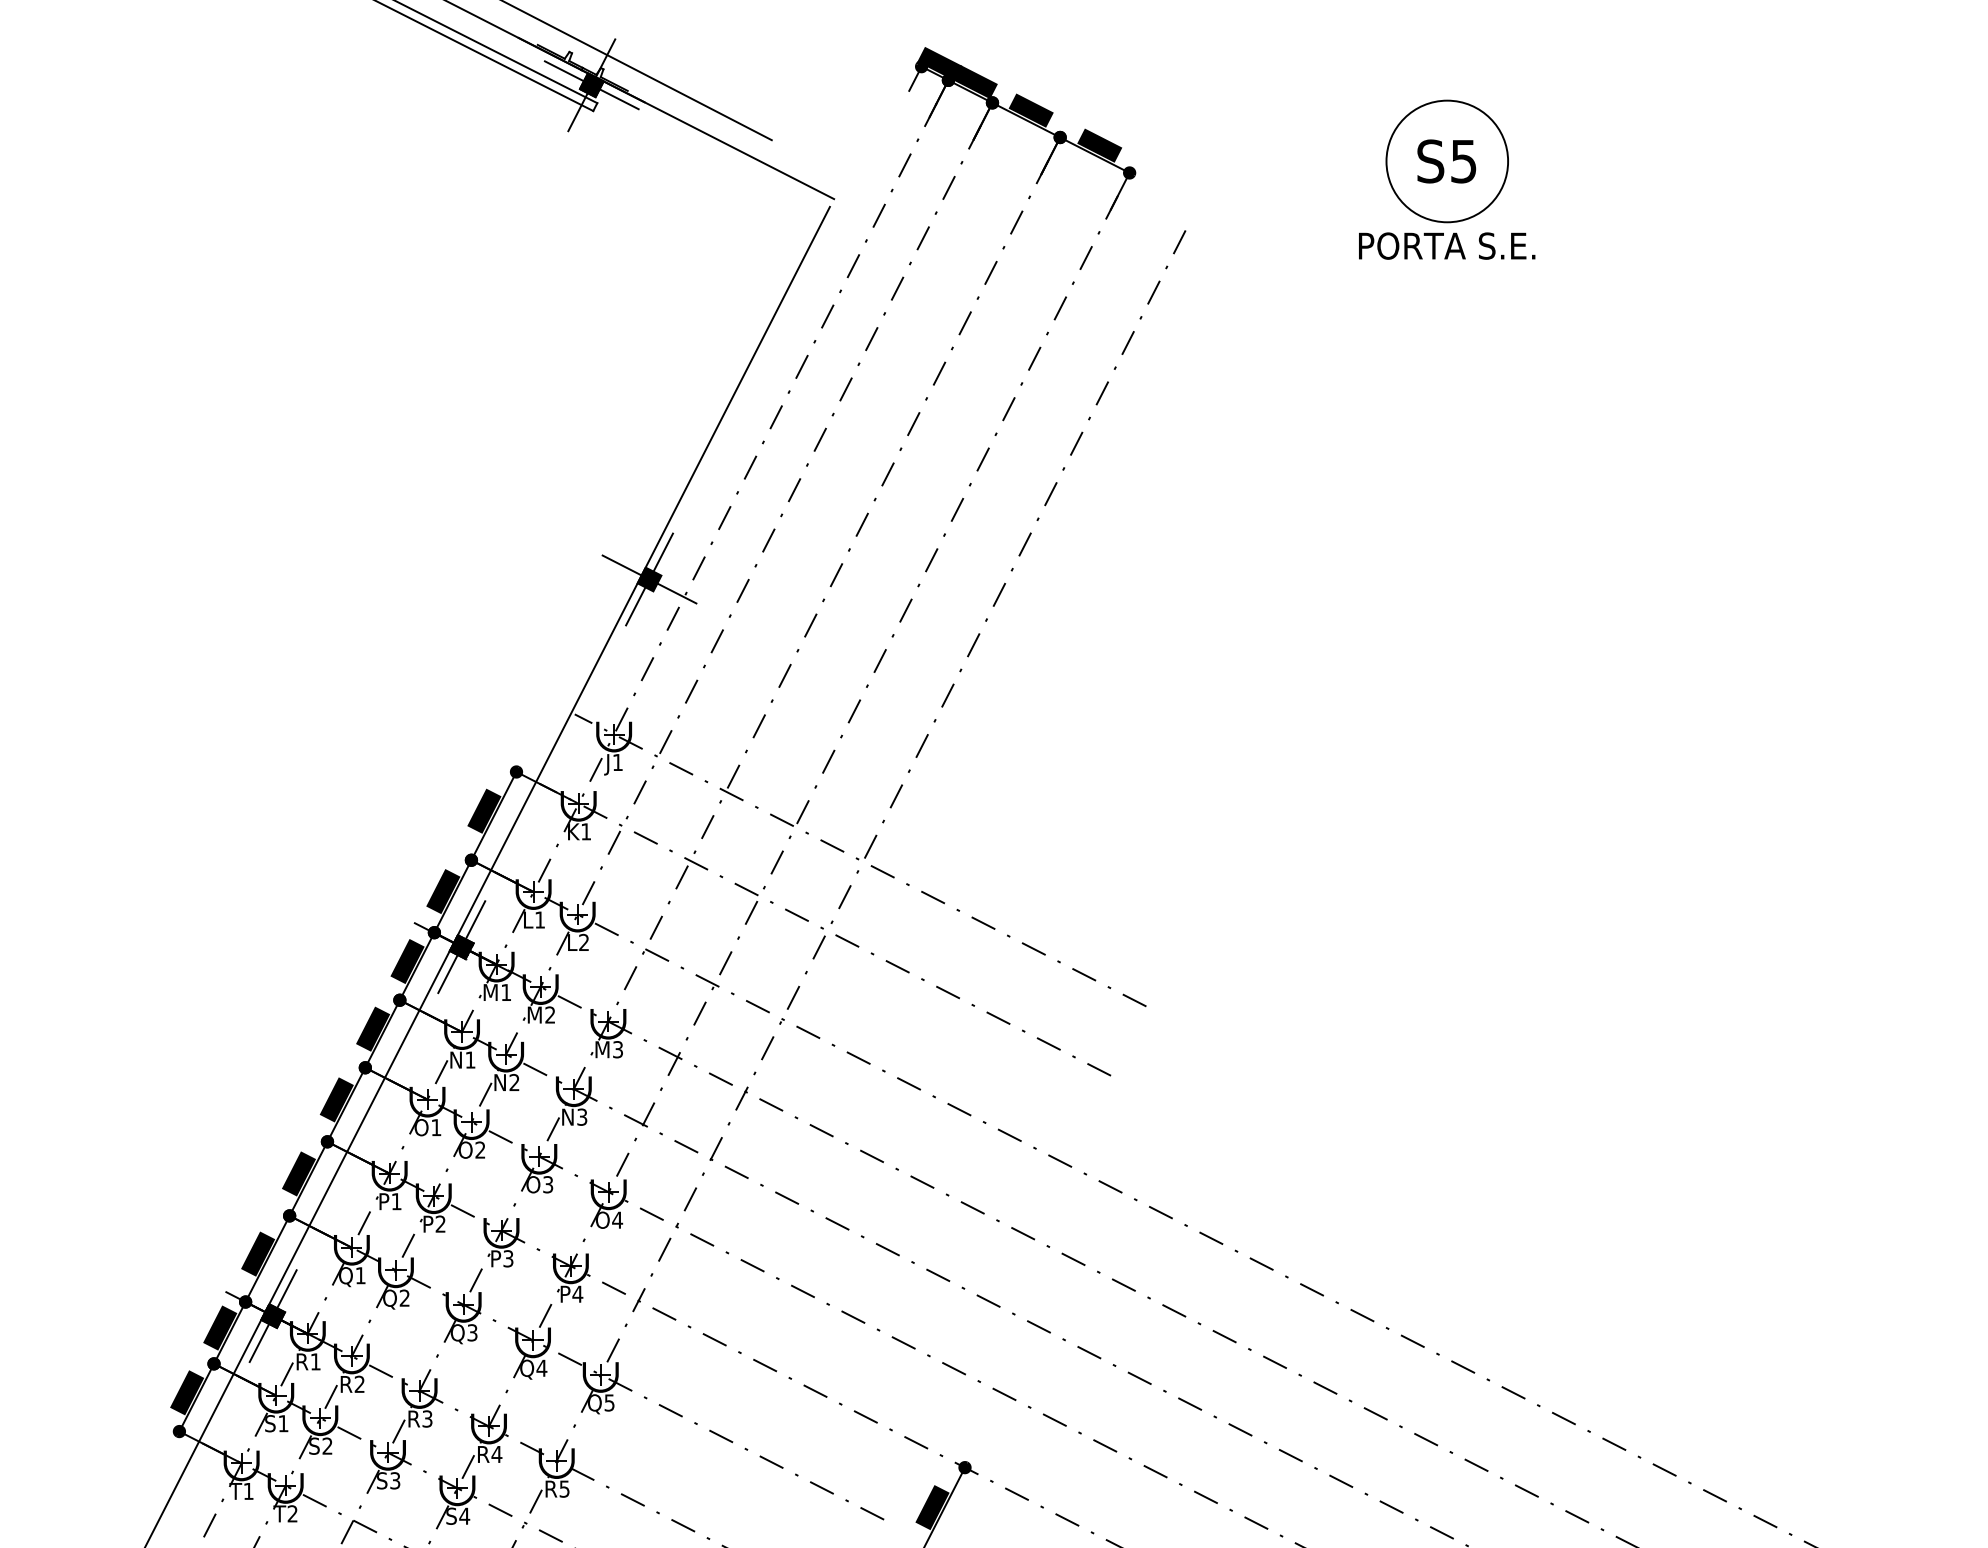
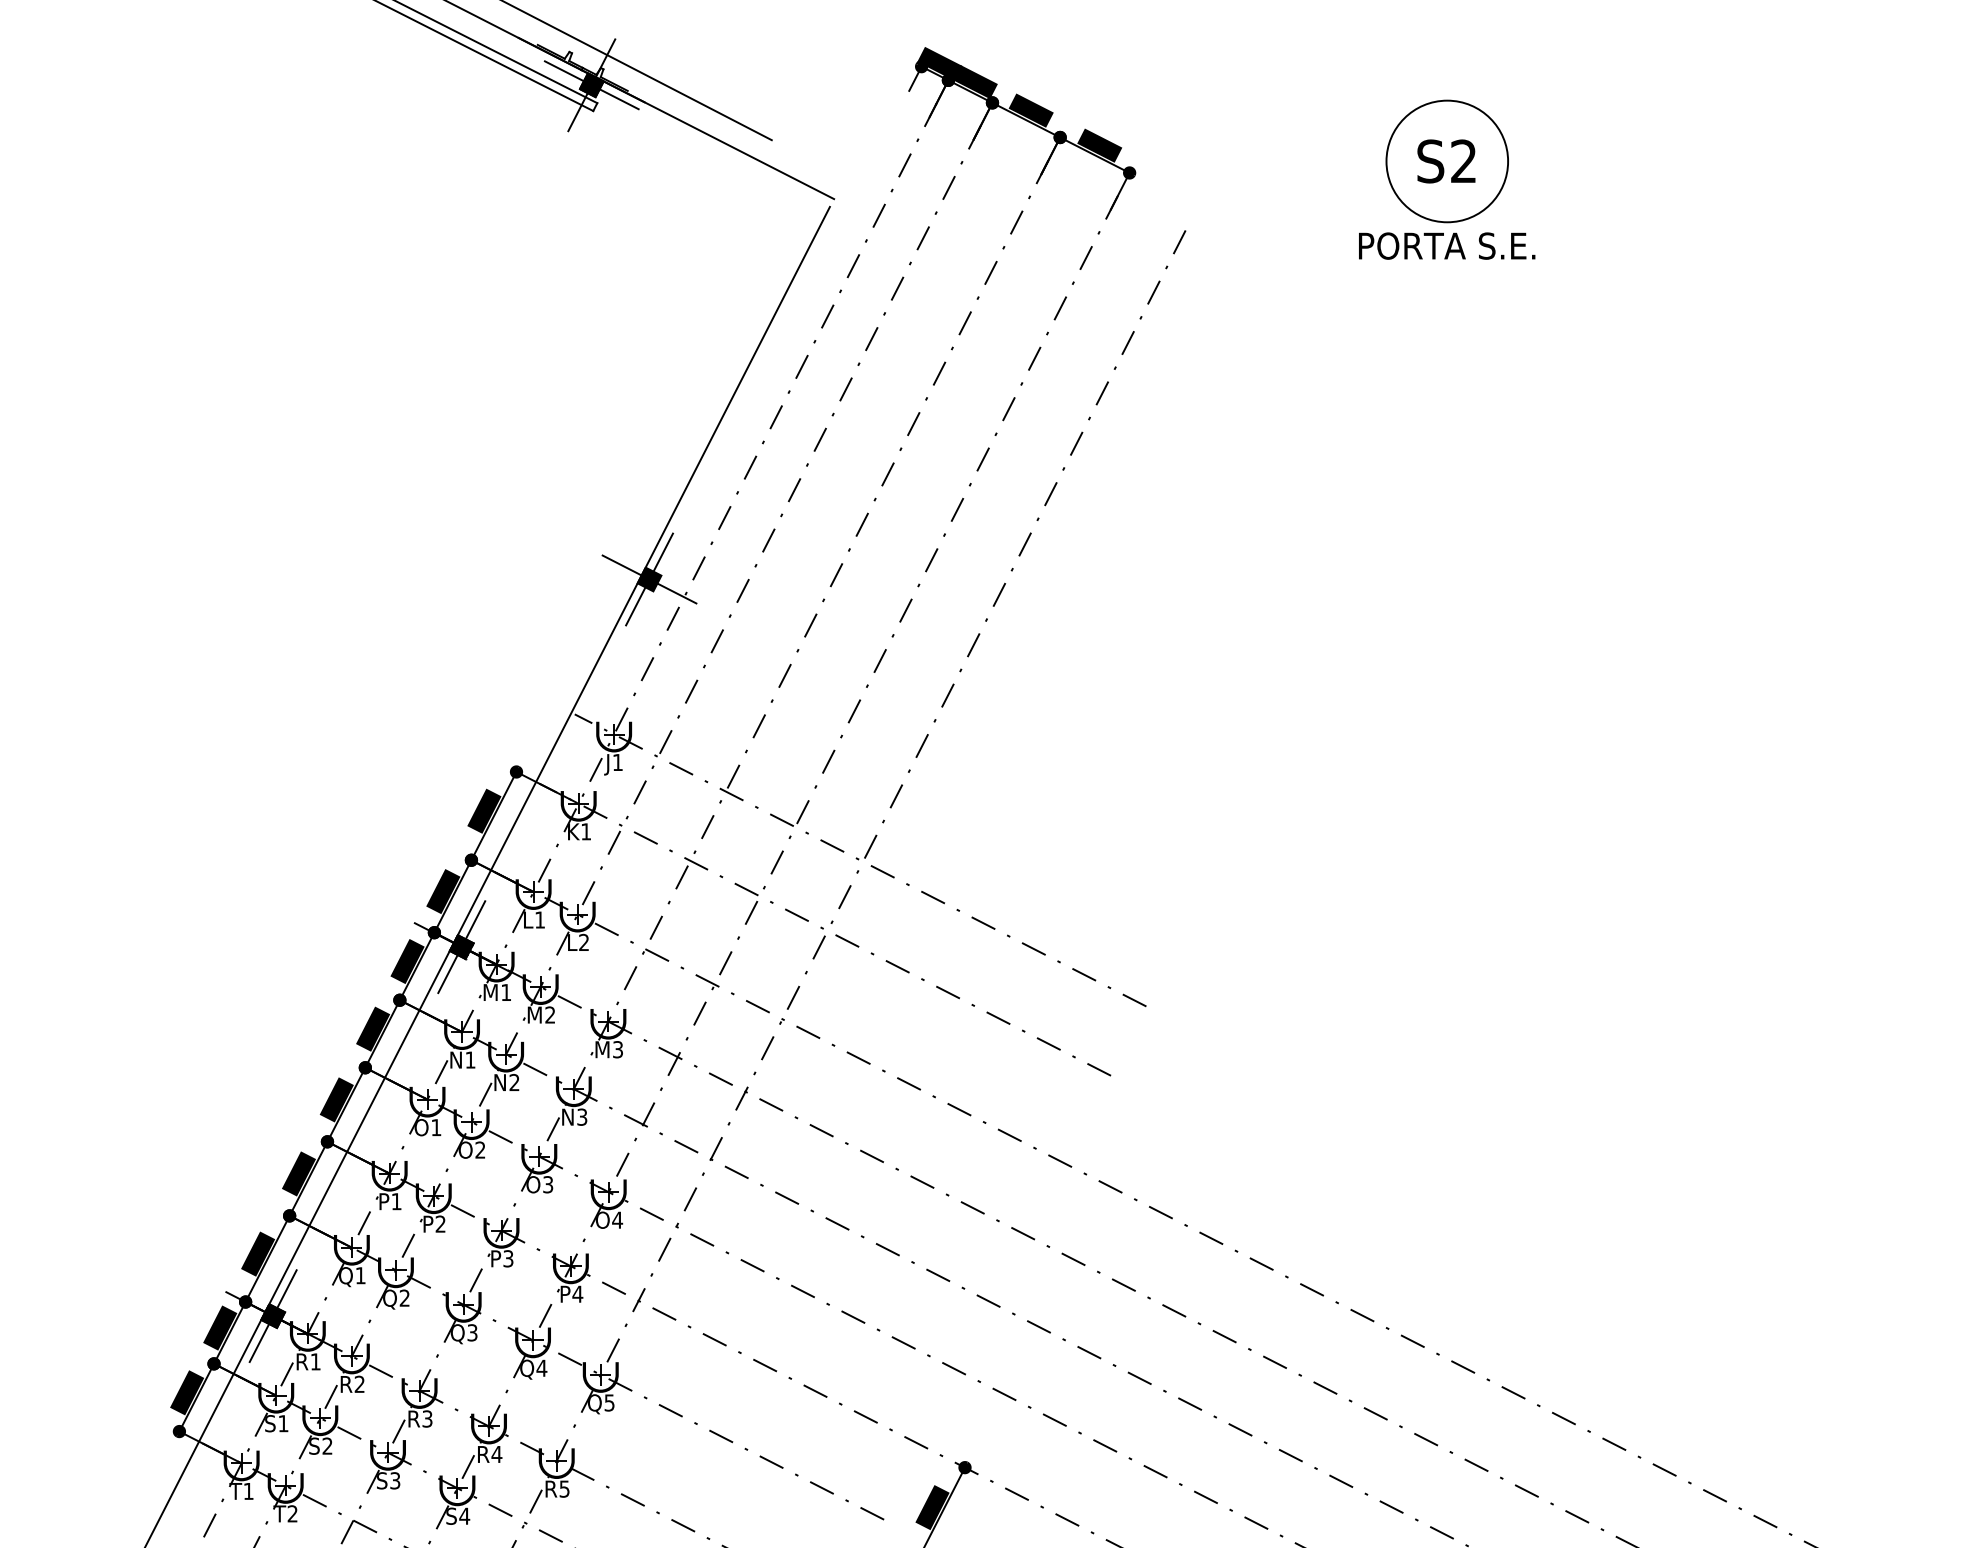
text at (1463, 161): S5 -> S2
